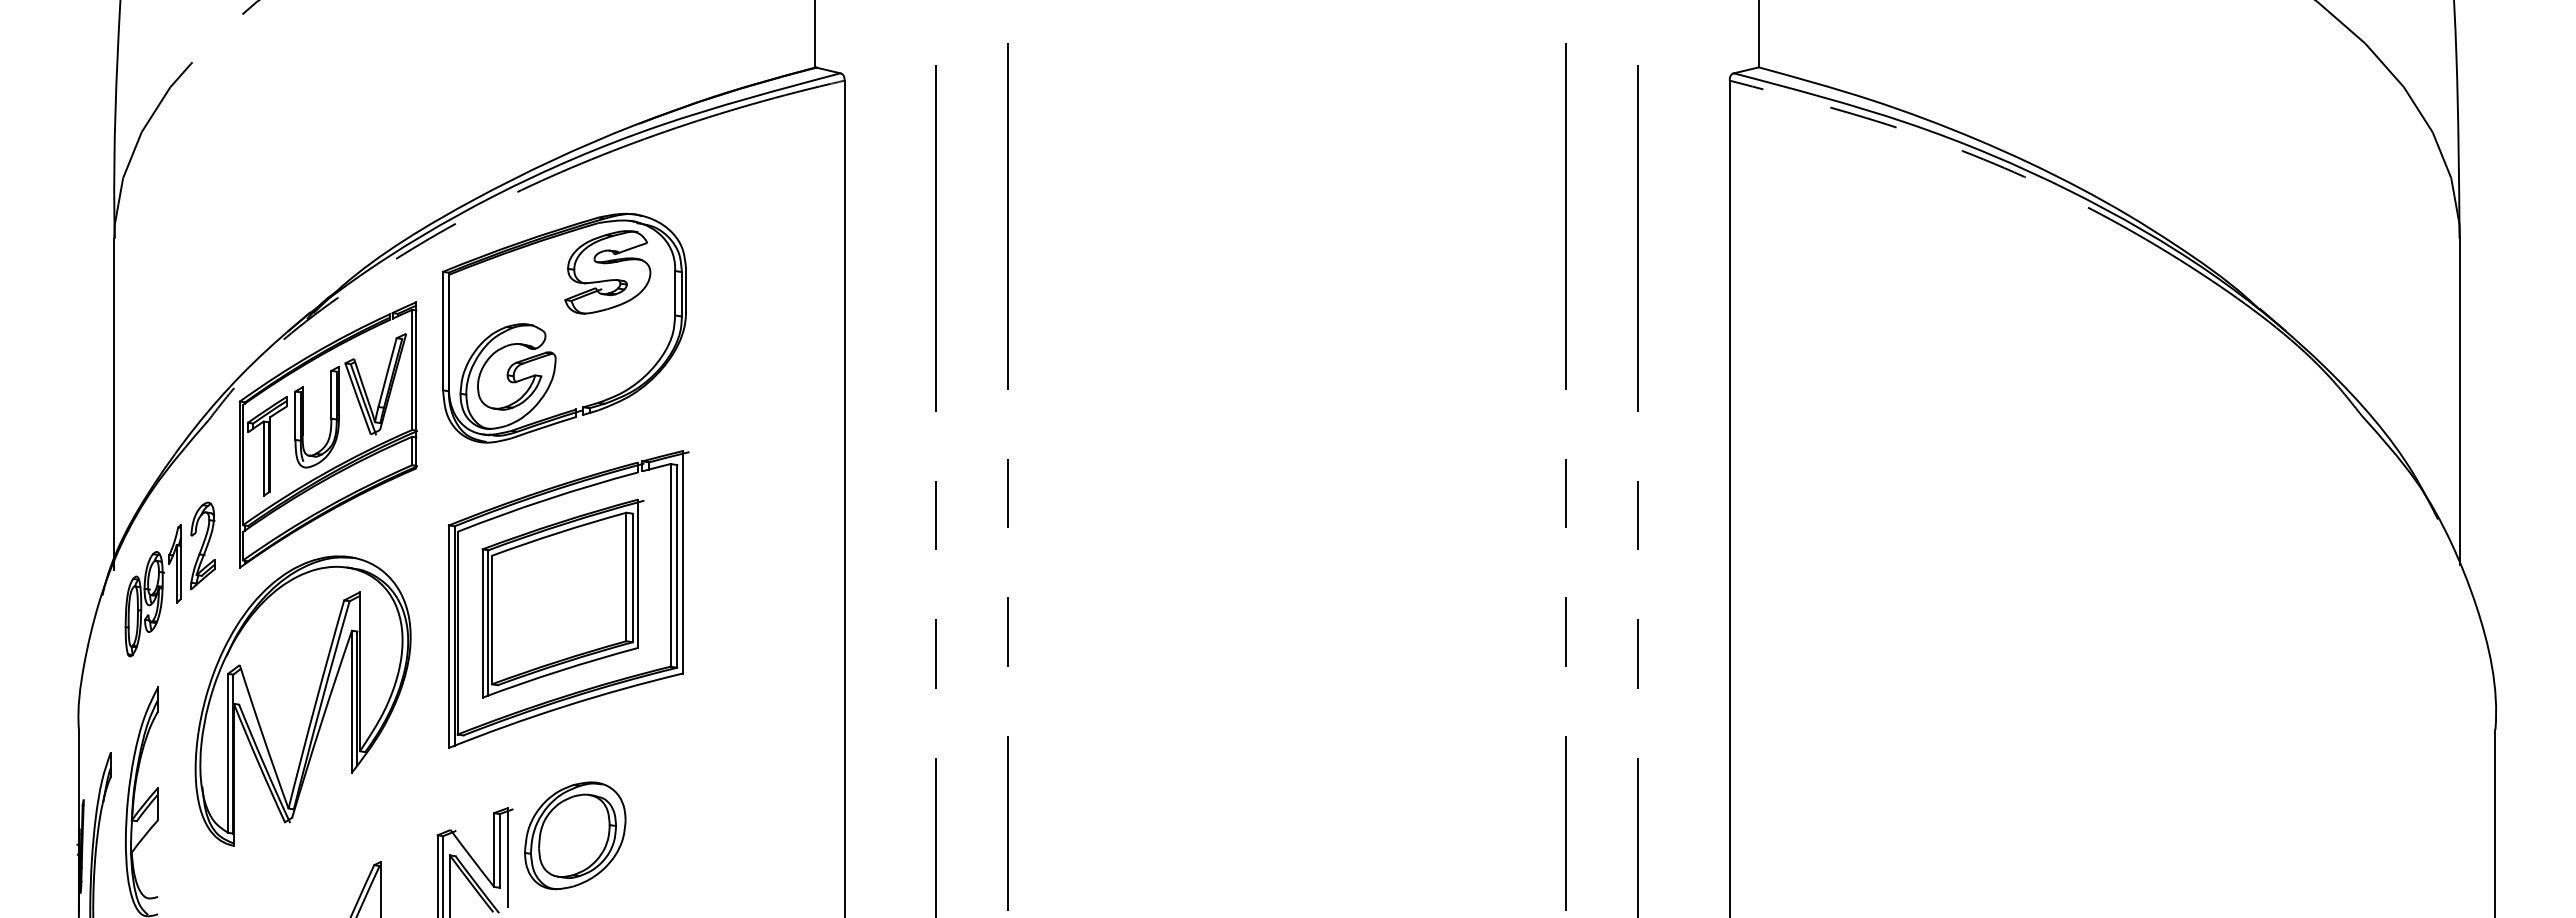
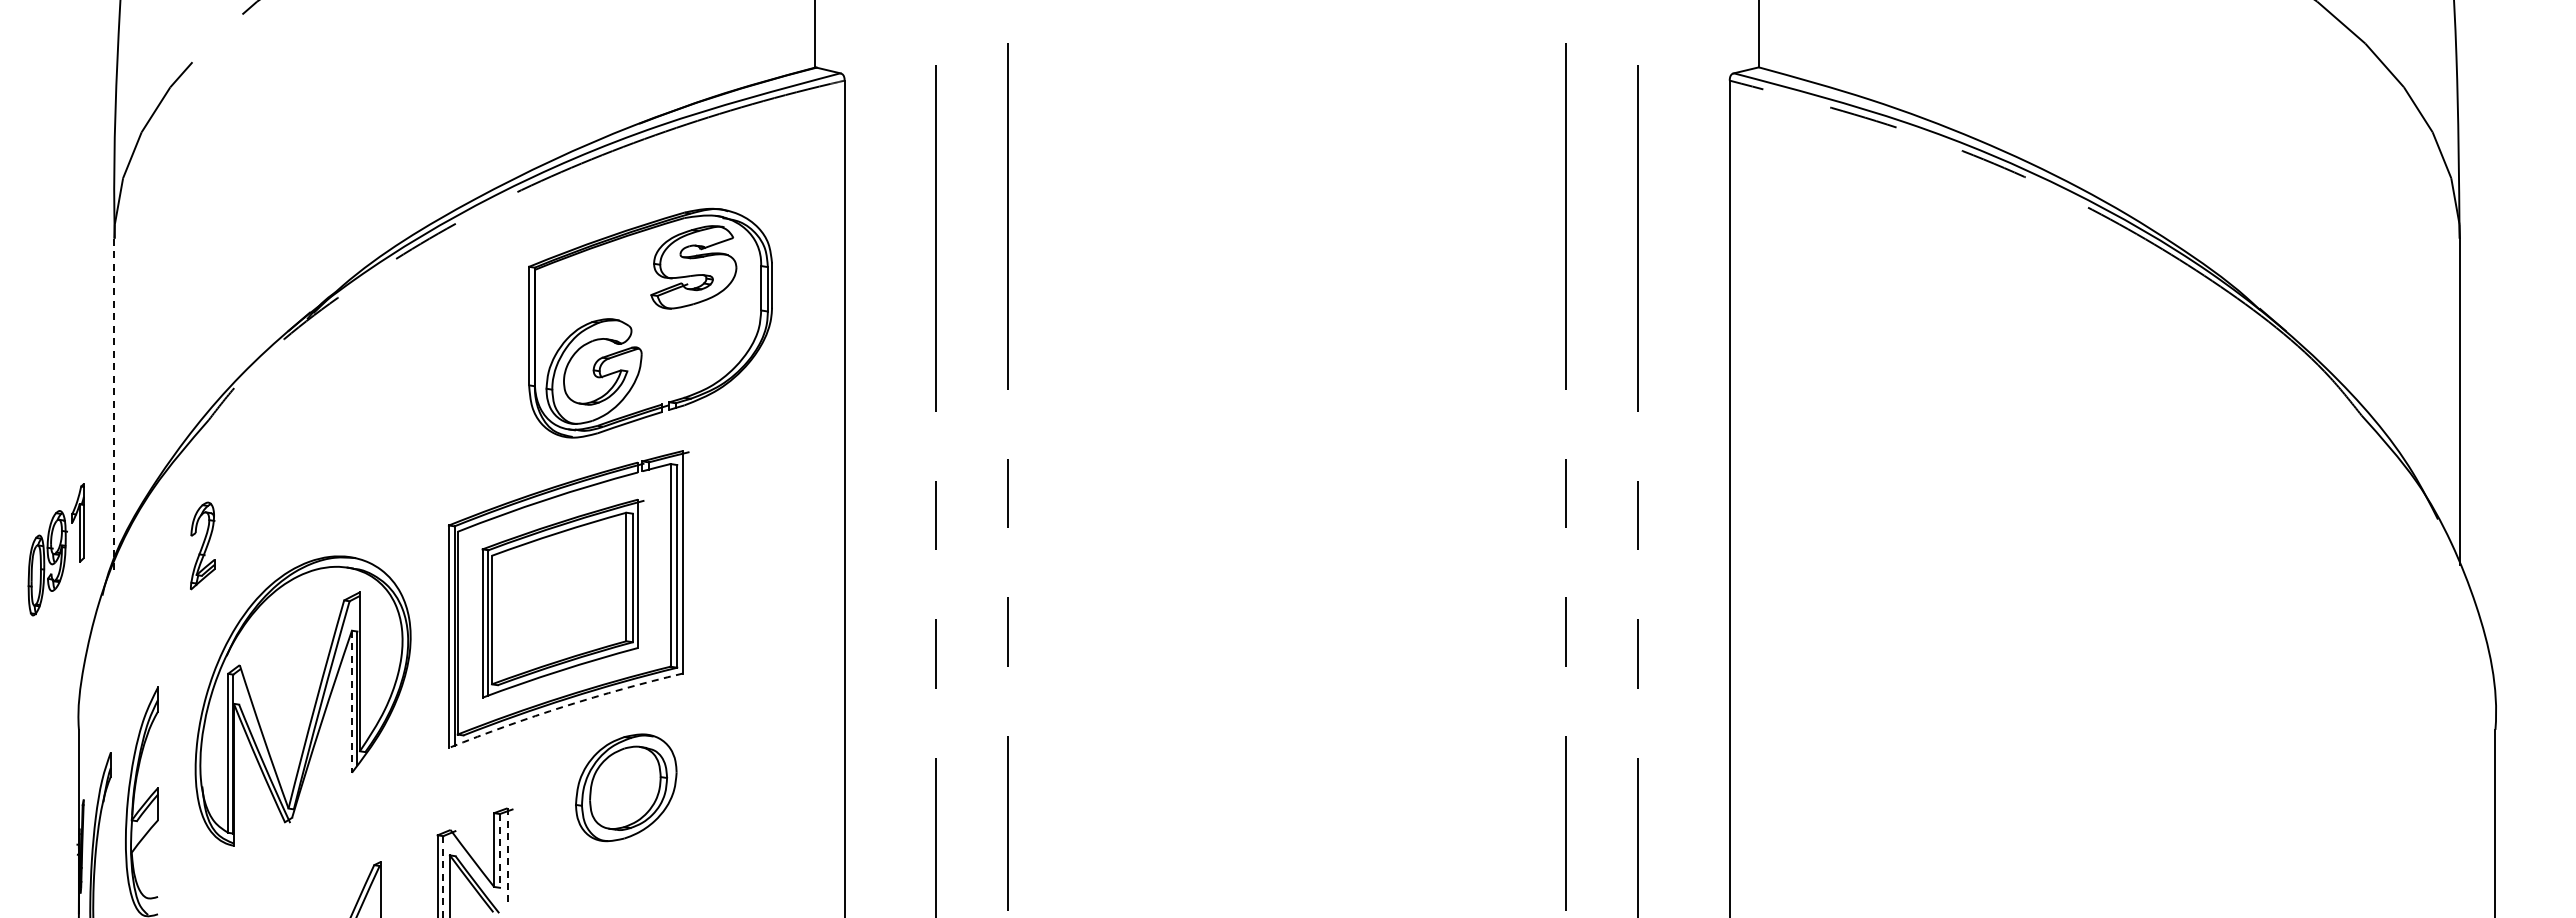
part at (564, 327) position: (564, 327) -> (650, 322)
line at (114, 404): solid -> dashed
part at (327, 434): present -> none
part at (152, 590) position: (152, 590) -> (55, 549)
line at (352, 701): solid -> dashed
arc at (564, 706): solid -> dashed
part at (575, 835) position: (575, 835) -> (626, 787)
line at (500, 850): solid -> dashed
line at (507, 858): solid -> dashed
line at (443, 877): solid -> dashed
